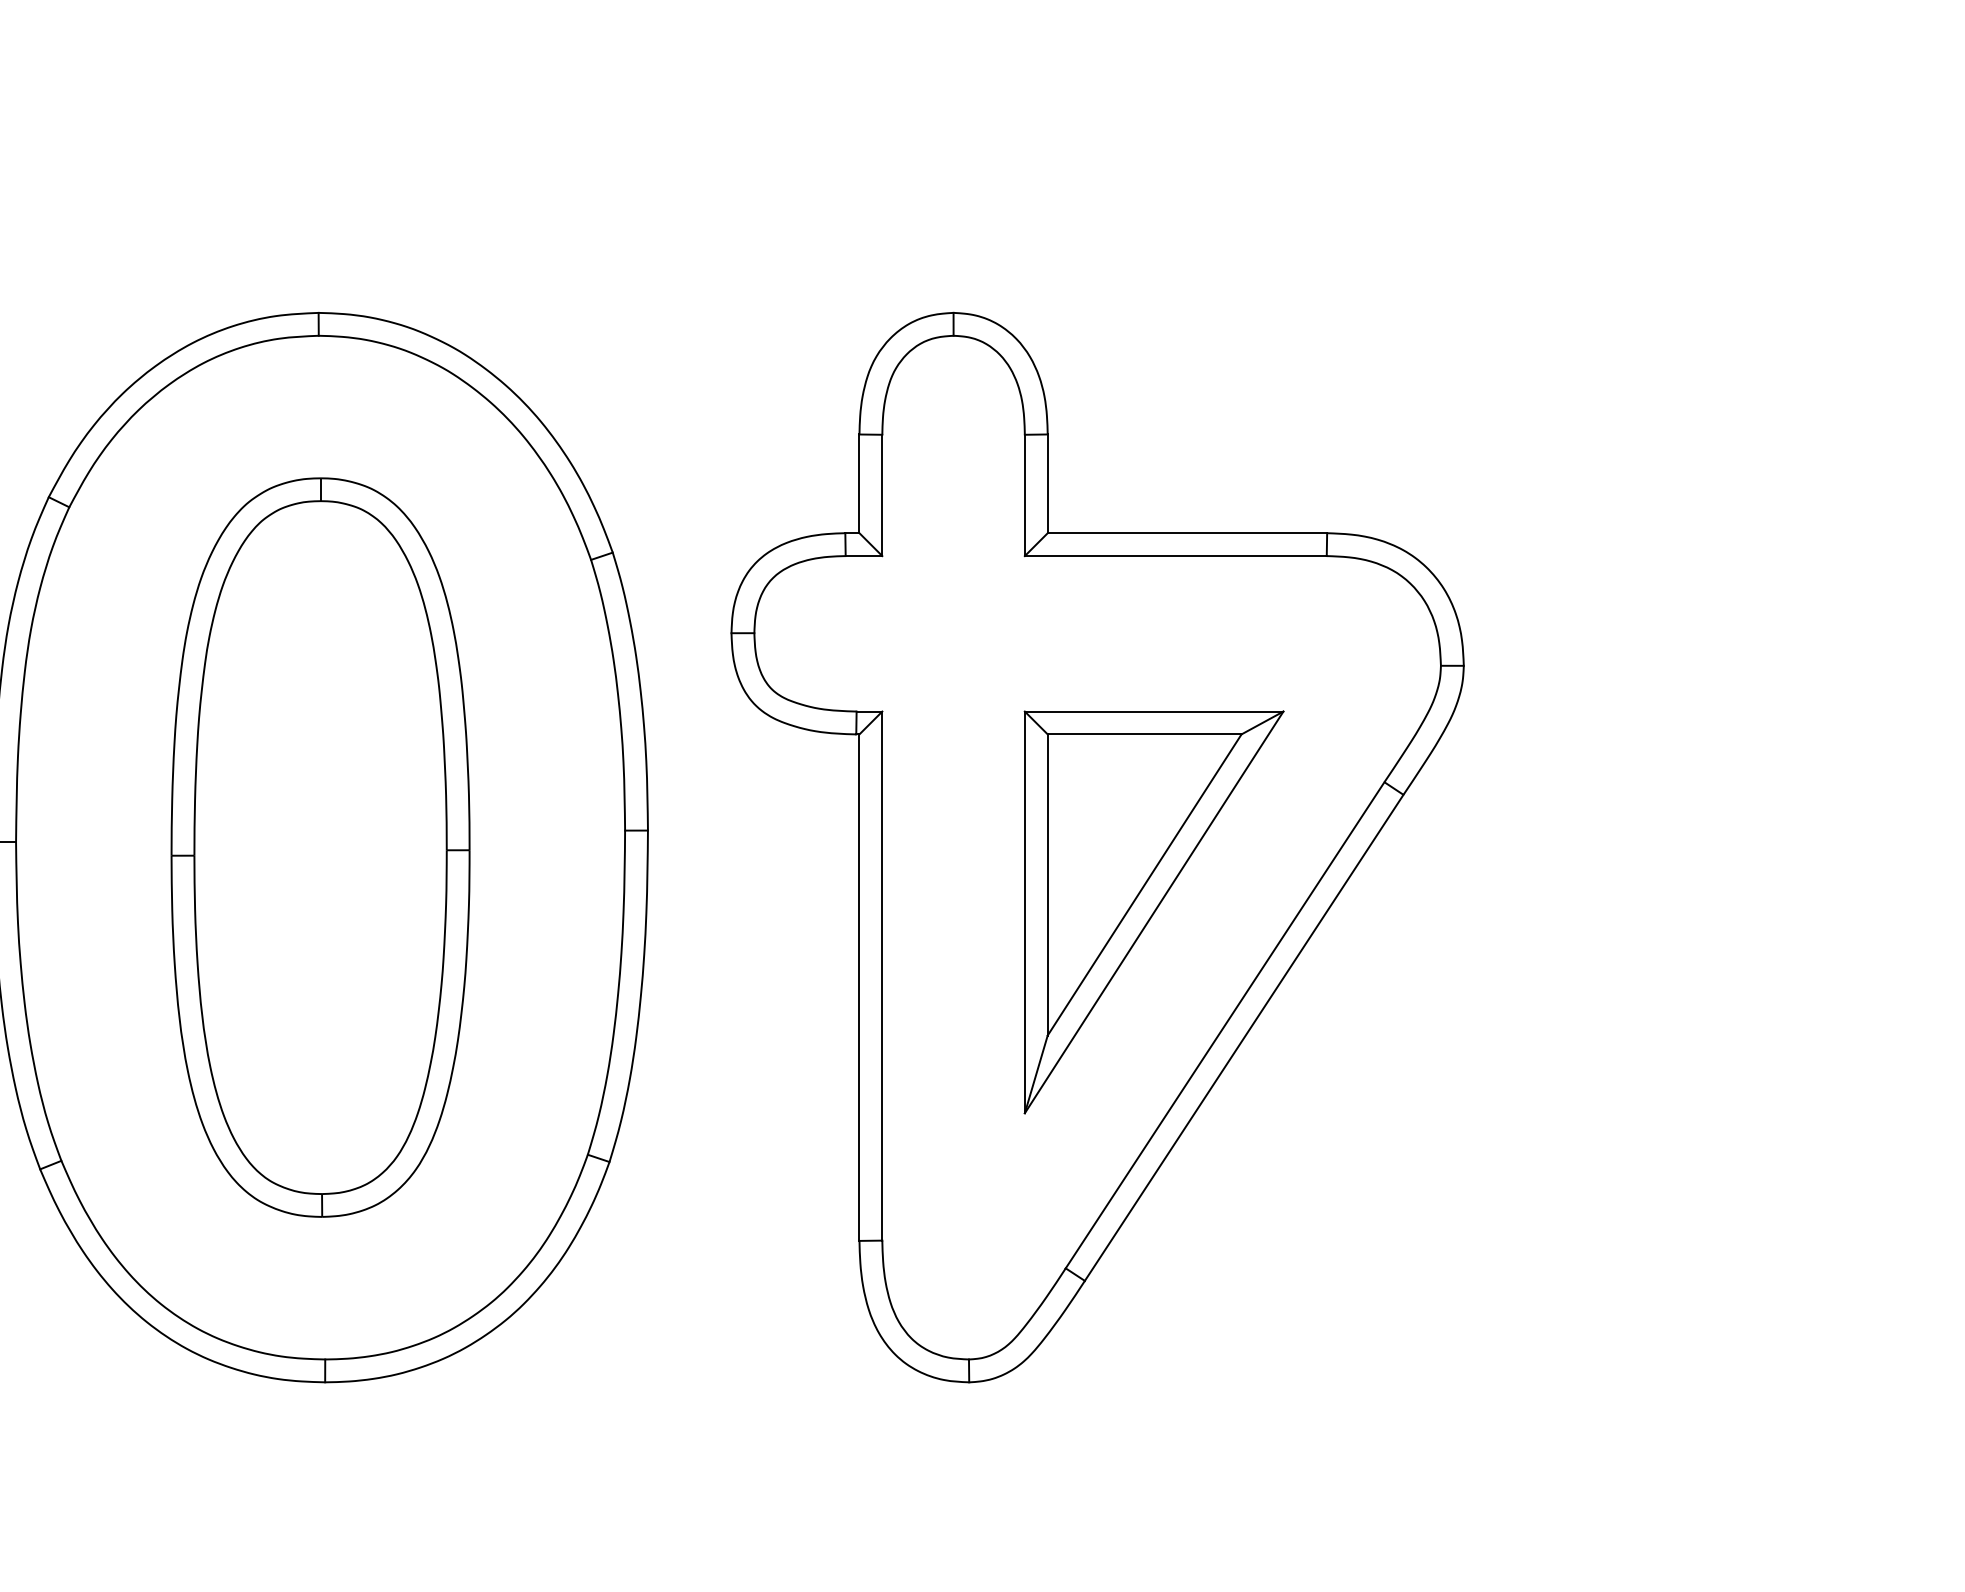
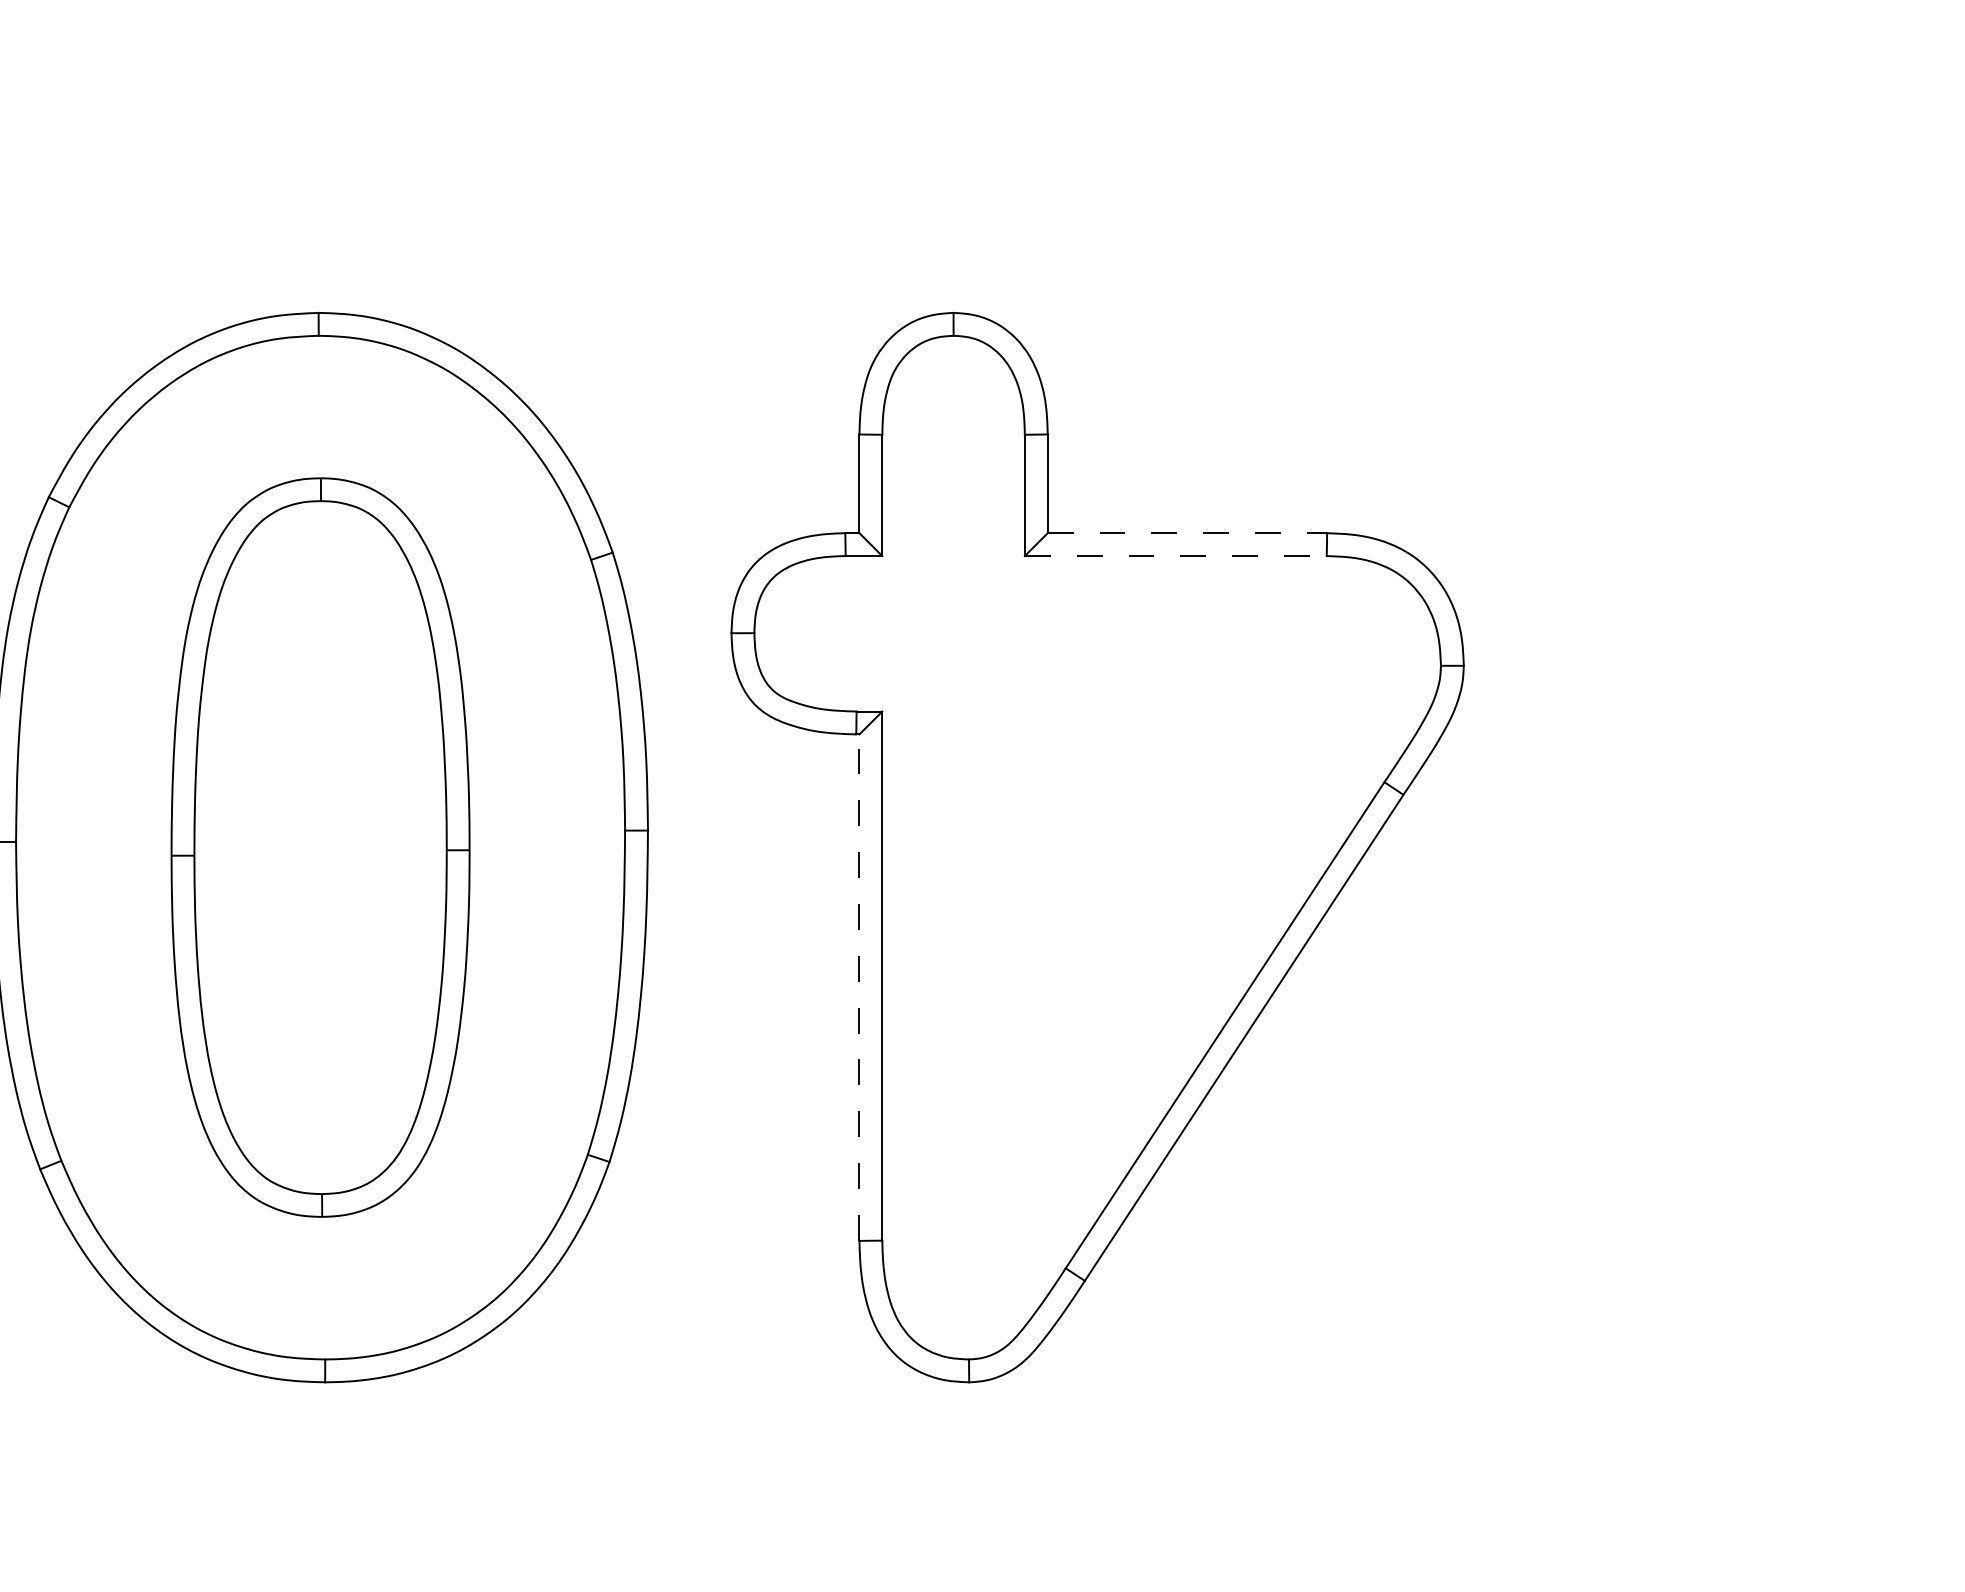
line at (1187, 533): solid -> dashed
line at (1175, 556): solid -> dashed
part at (1153, 912): present -> none
line at (859, 987): solid -> dashed
